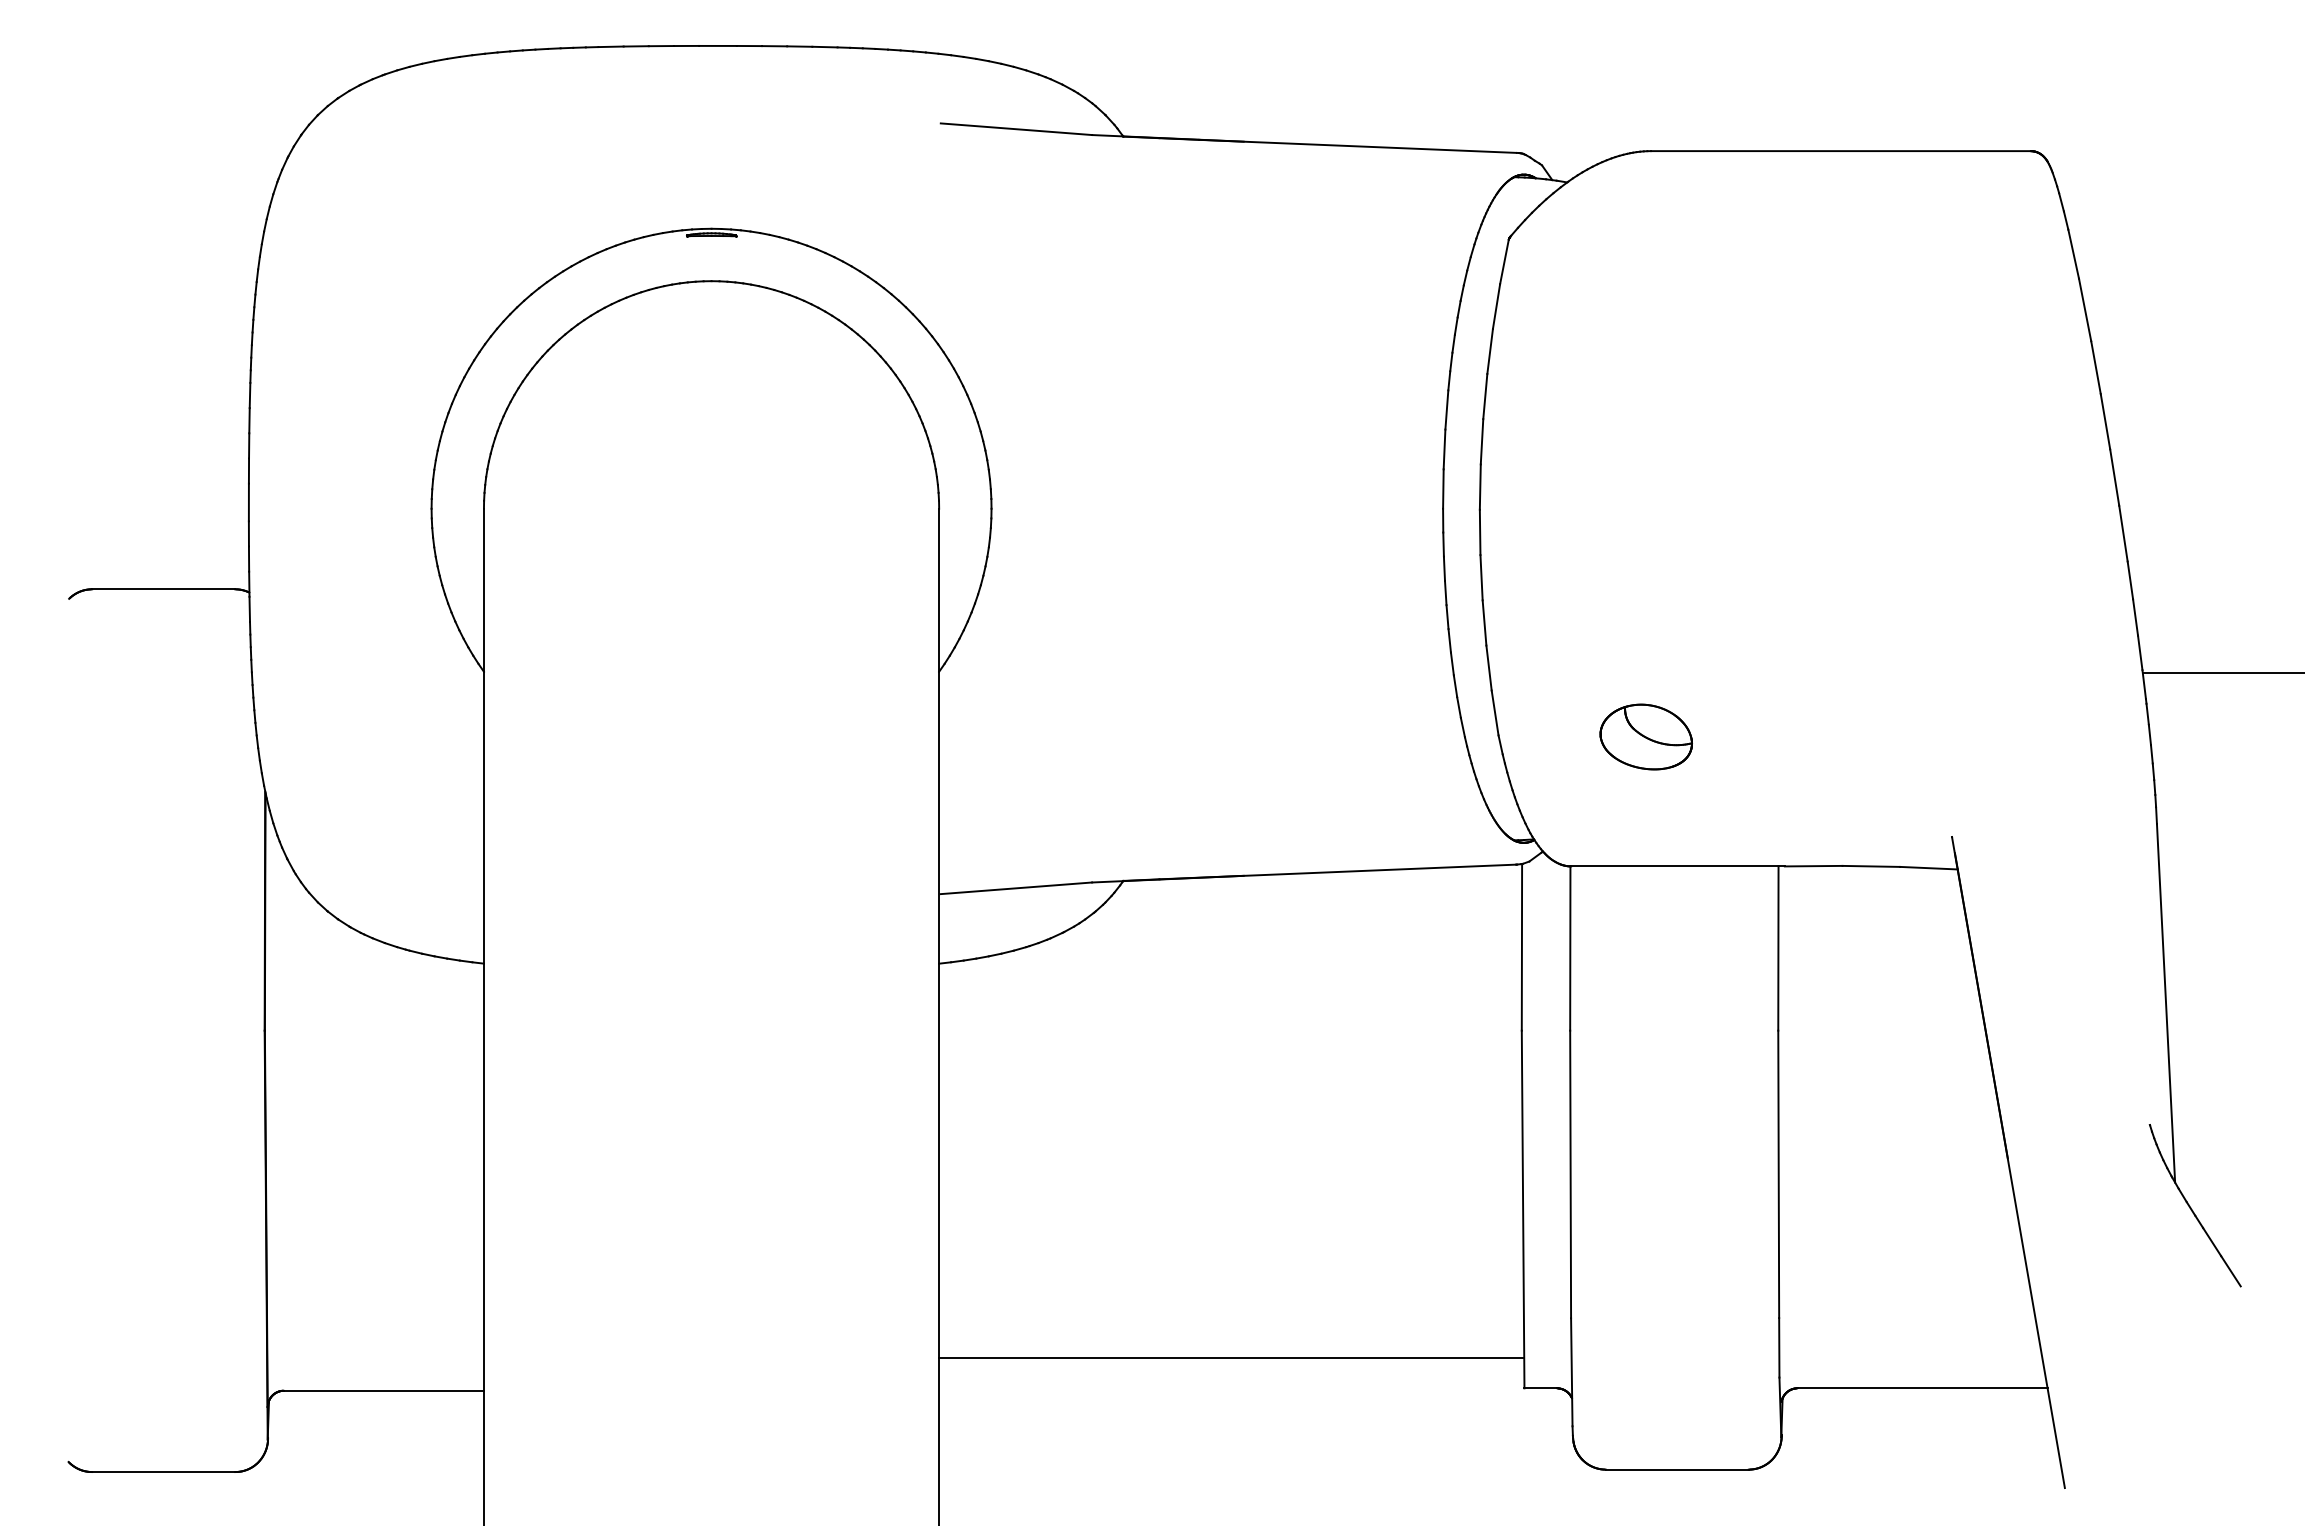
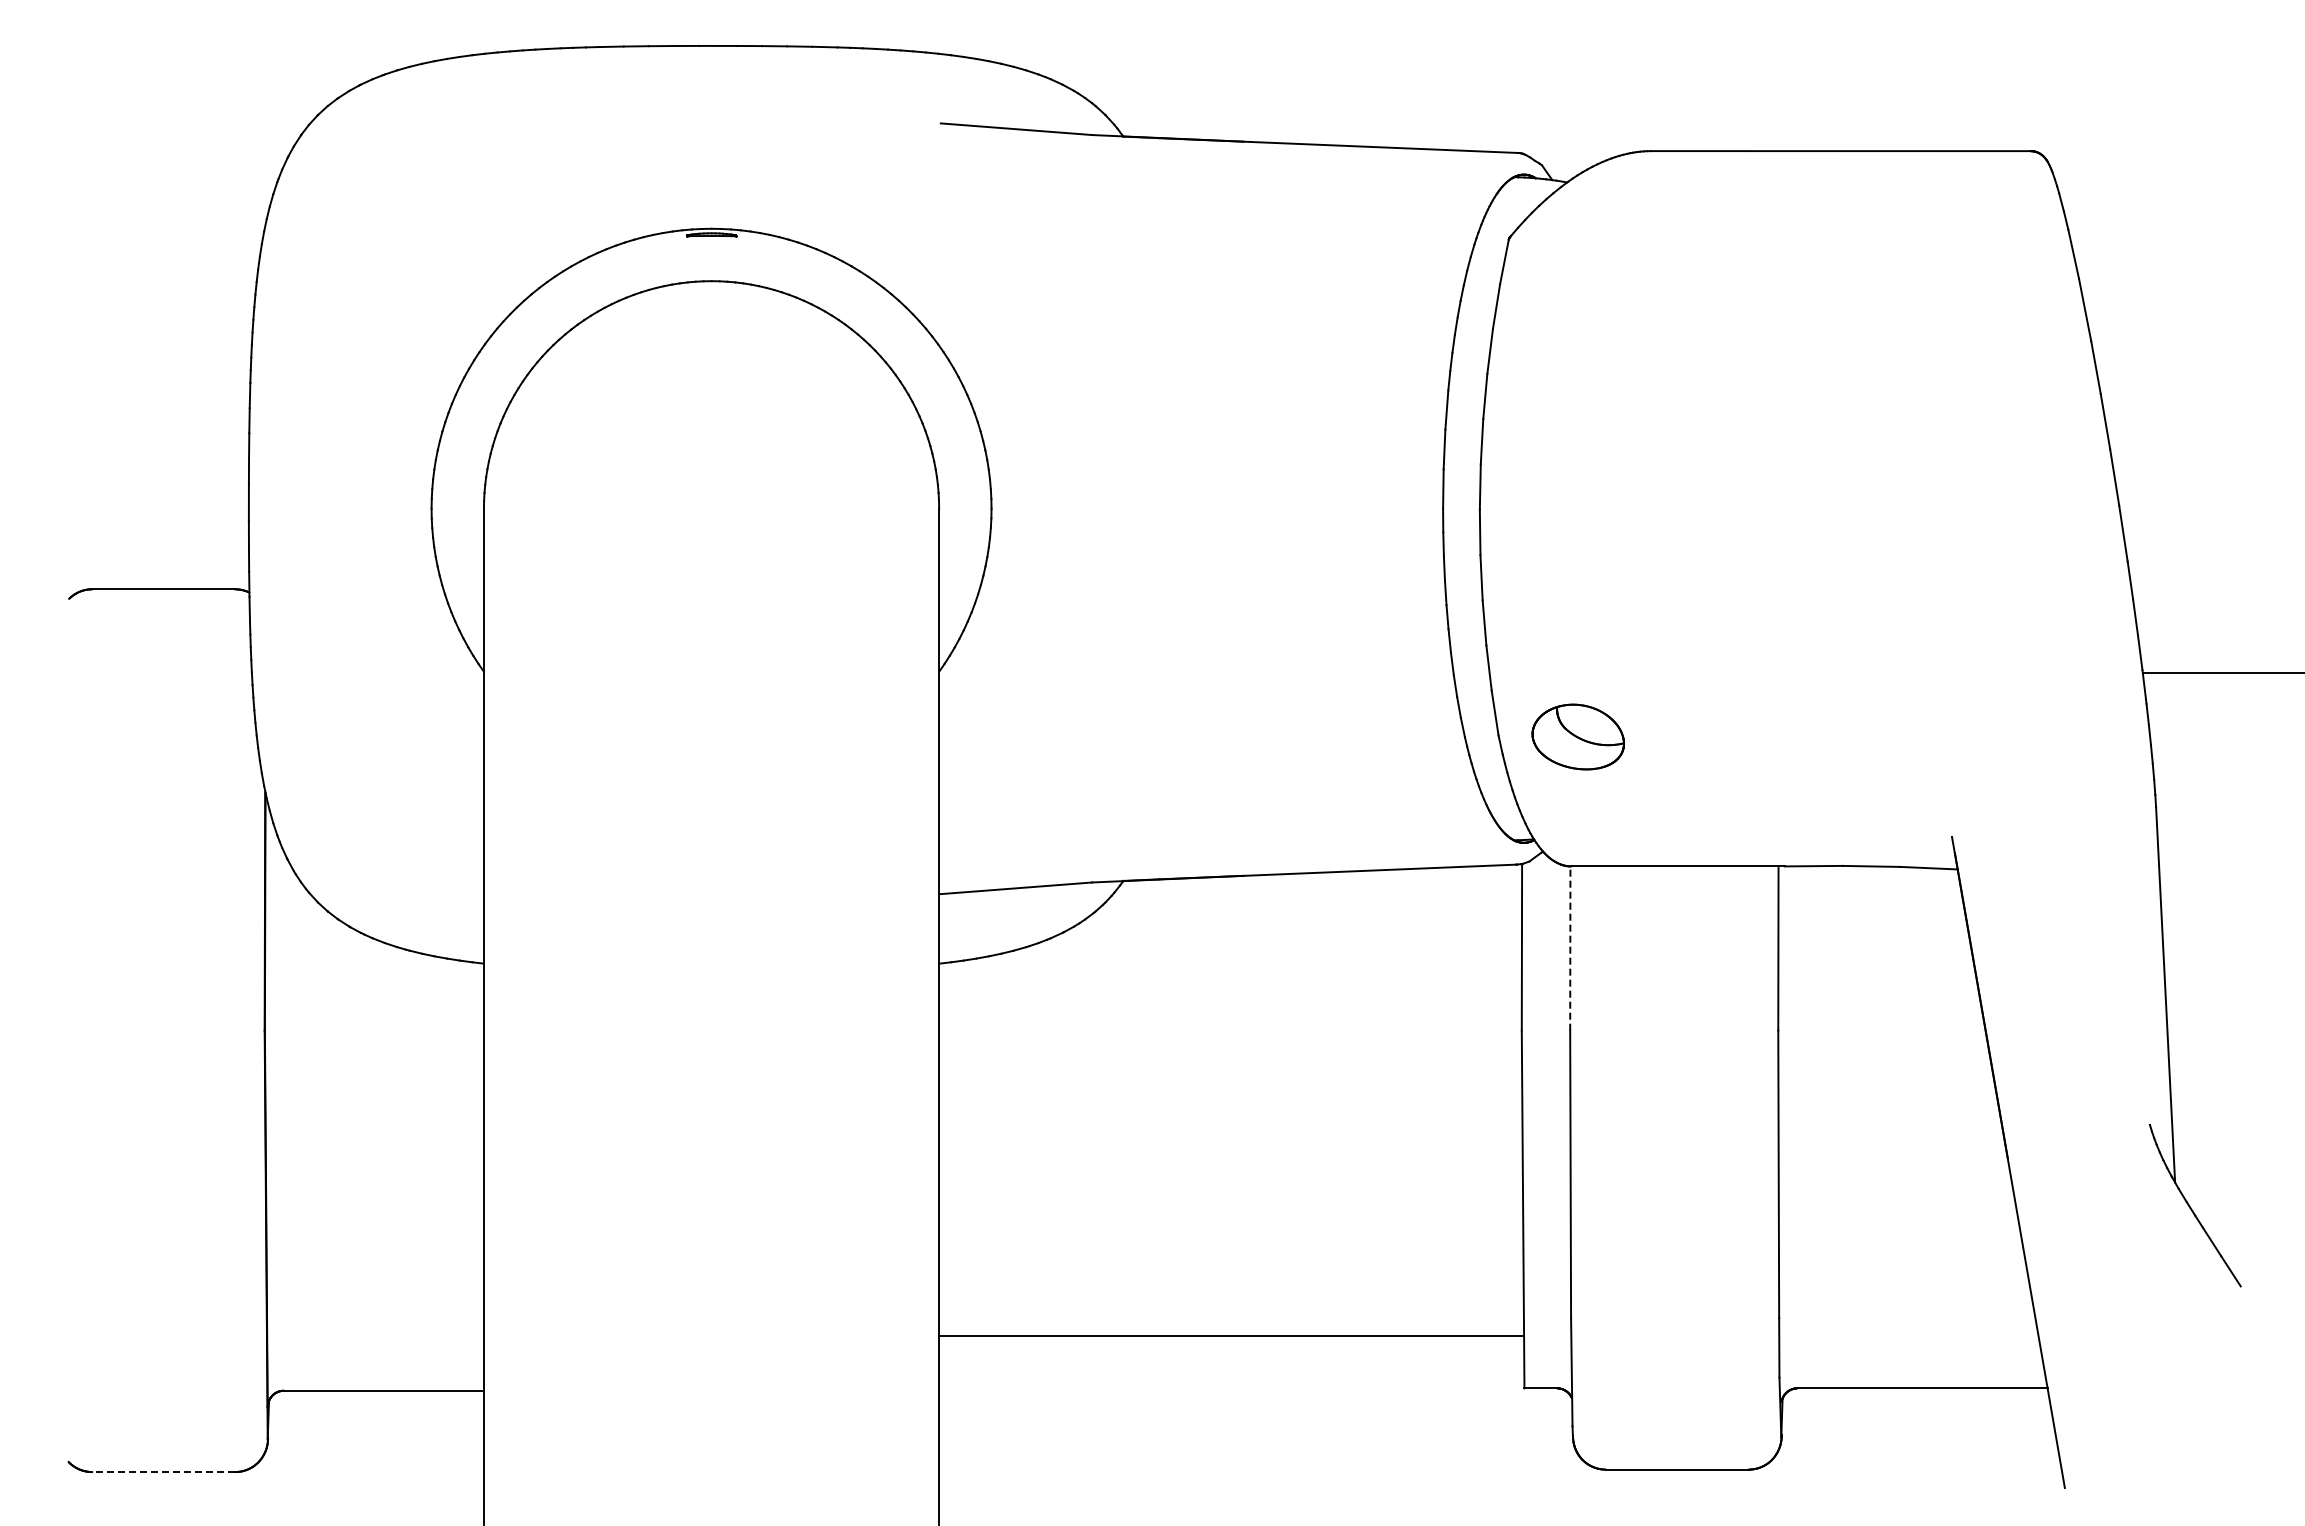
part at (1645, 736) position: (1645, 736) -> (1577, 736)
line at (1570, 948): solid -> dashed
line at (1231, 1358) position: (1231, 1358) -> (1231, 1336)
line at (163, 1472): solid -> dashed
